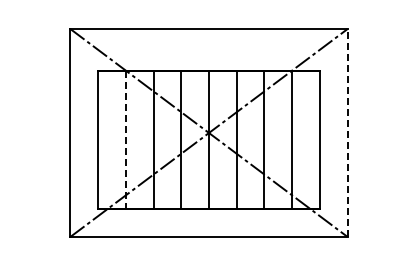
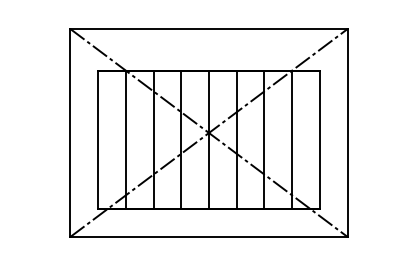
line at (347, 133): dashed -> solid
line at (125, 140): dashed -> solid
